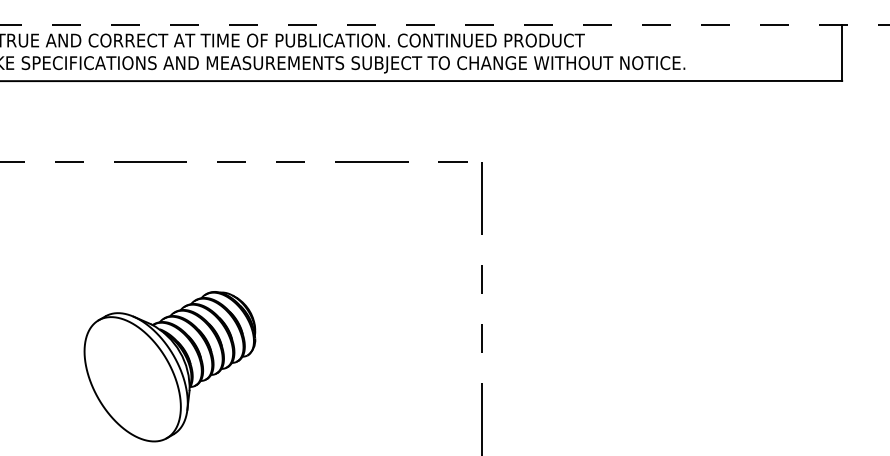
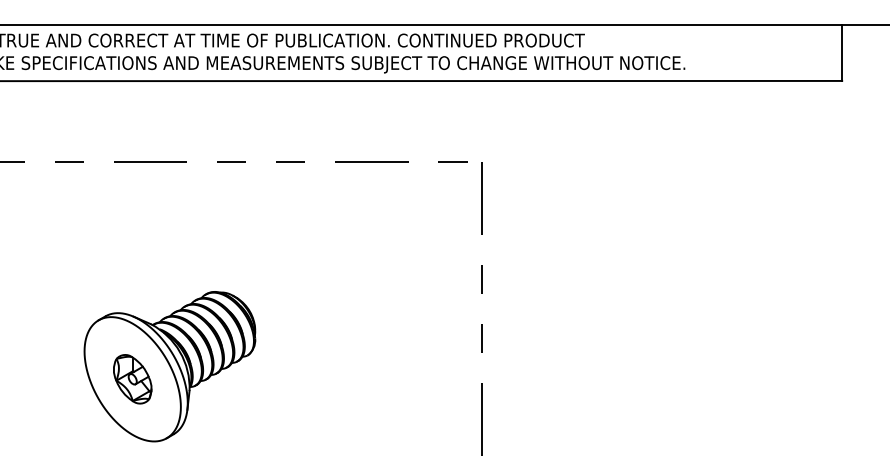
line at (444, 24): dashed -> solid
part at (132, 379): none -> present
